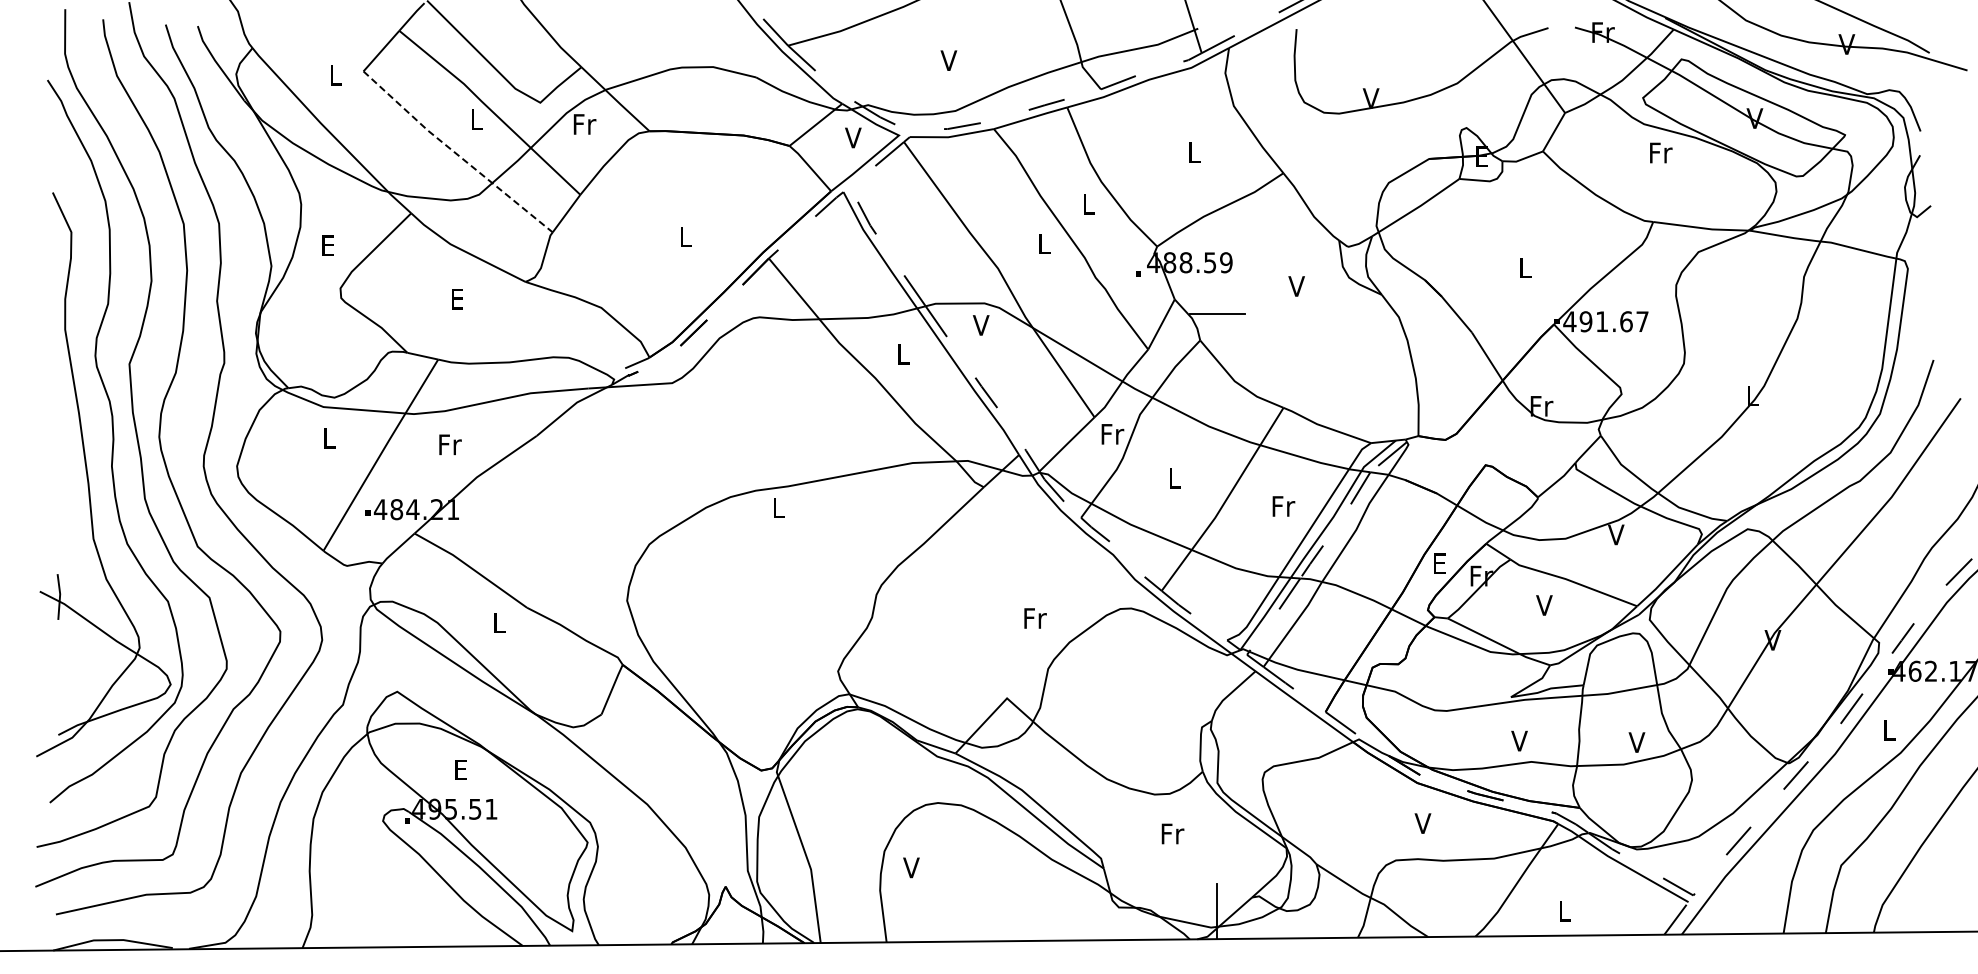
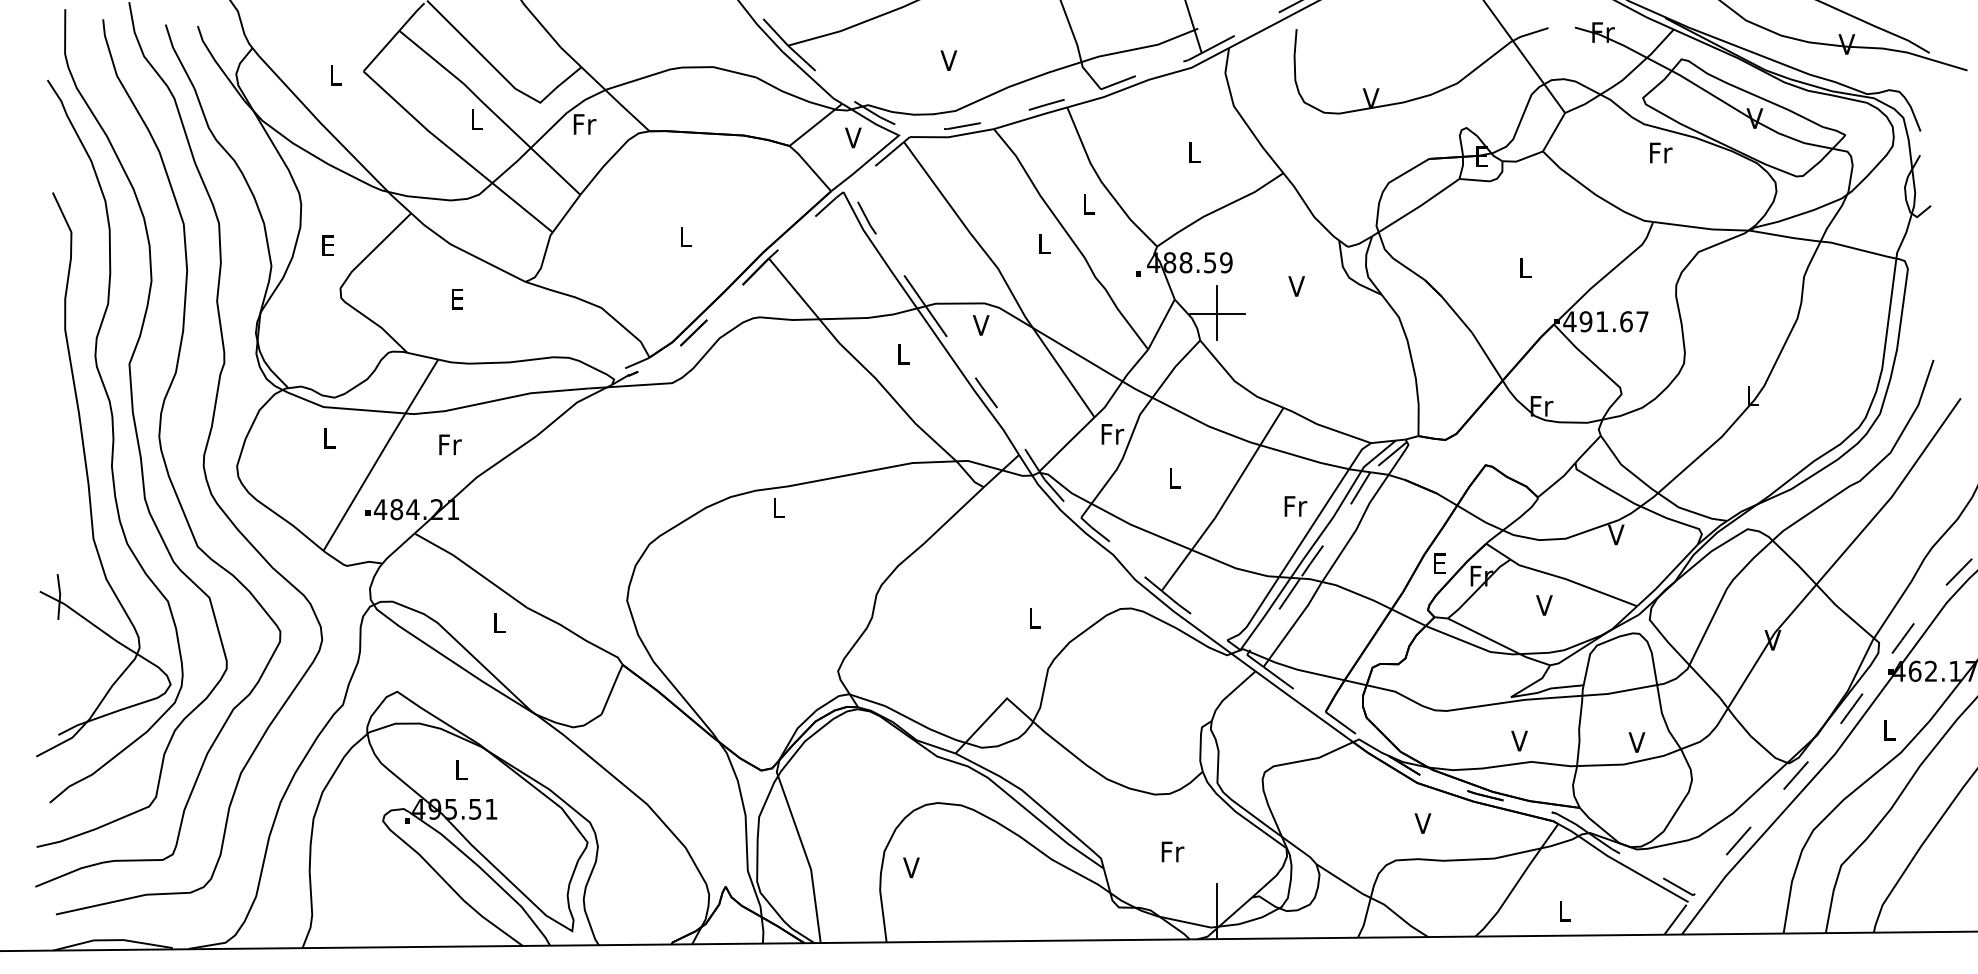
line at (456, 153): dashed -> solid
line at (1217, 312): none -> present
text at (1283, 506) position: (1283, 506) -> (1295, 506)
text at (1035, 618): Fr -> L
text at (461, 769): E -> L
text at (1172, 833) position: (1172, 833) -> (1172, 851)
